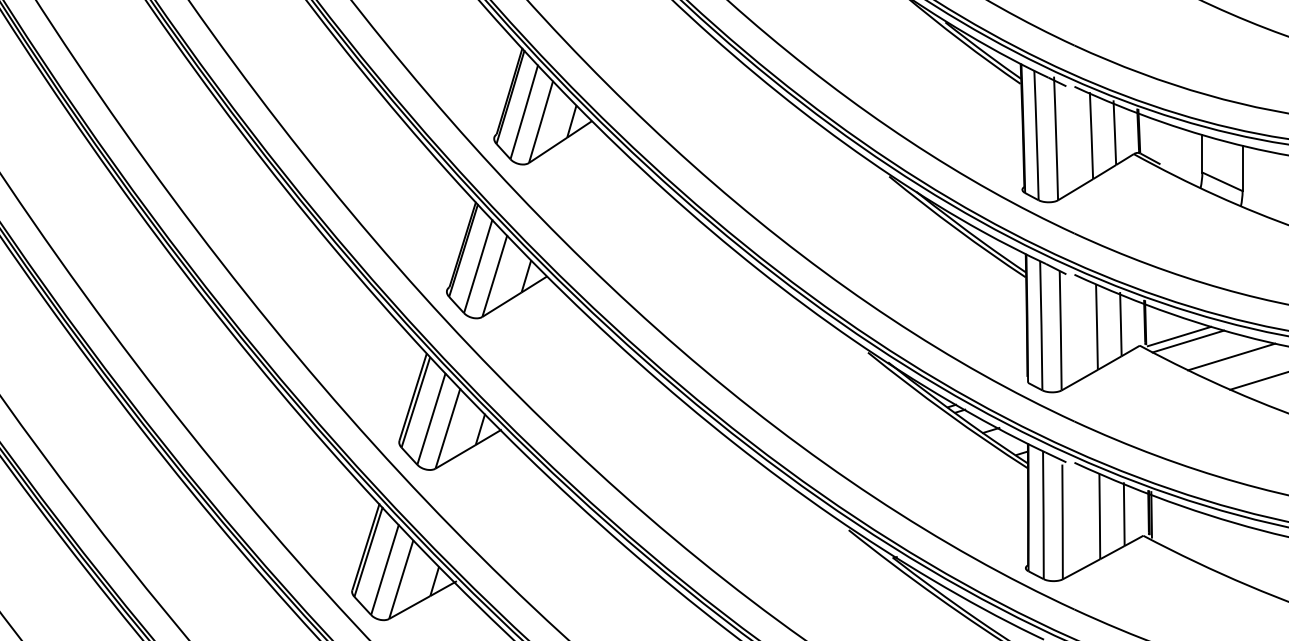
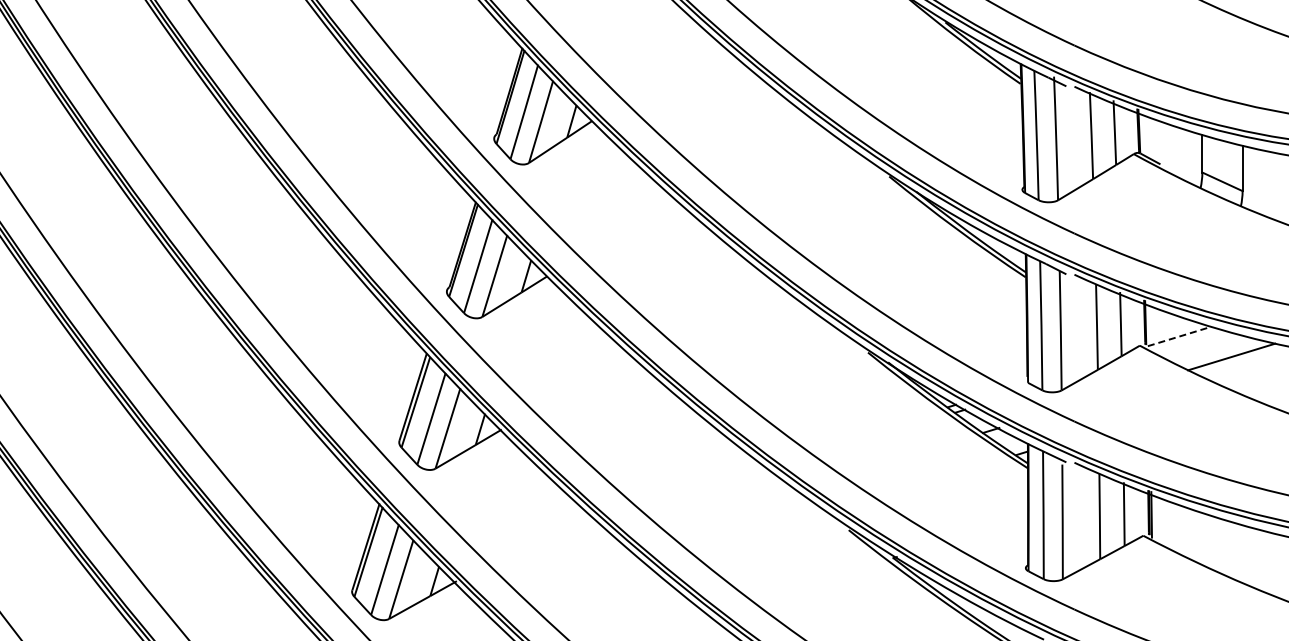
line at (1179, 336): solid -> dashed
line at (1188, 341): present -> none
line at (1257, 380): present -> none
